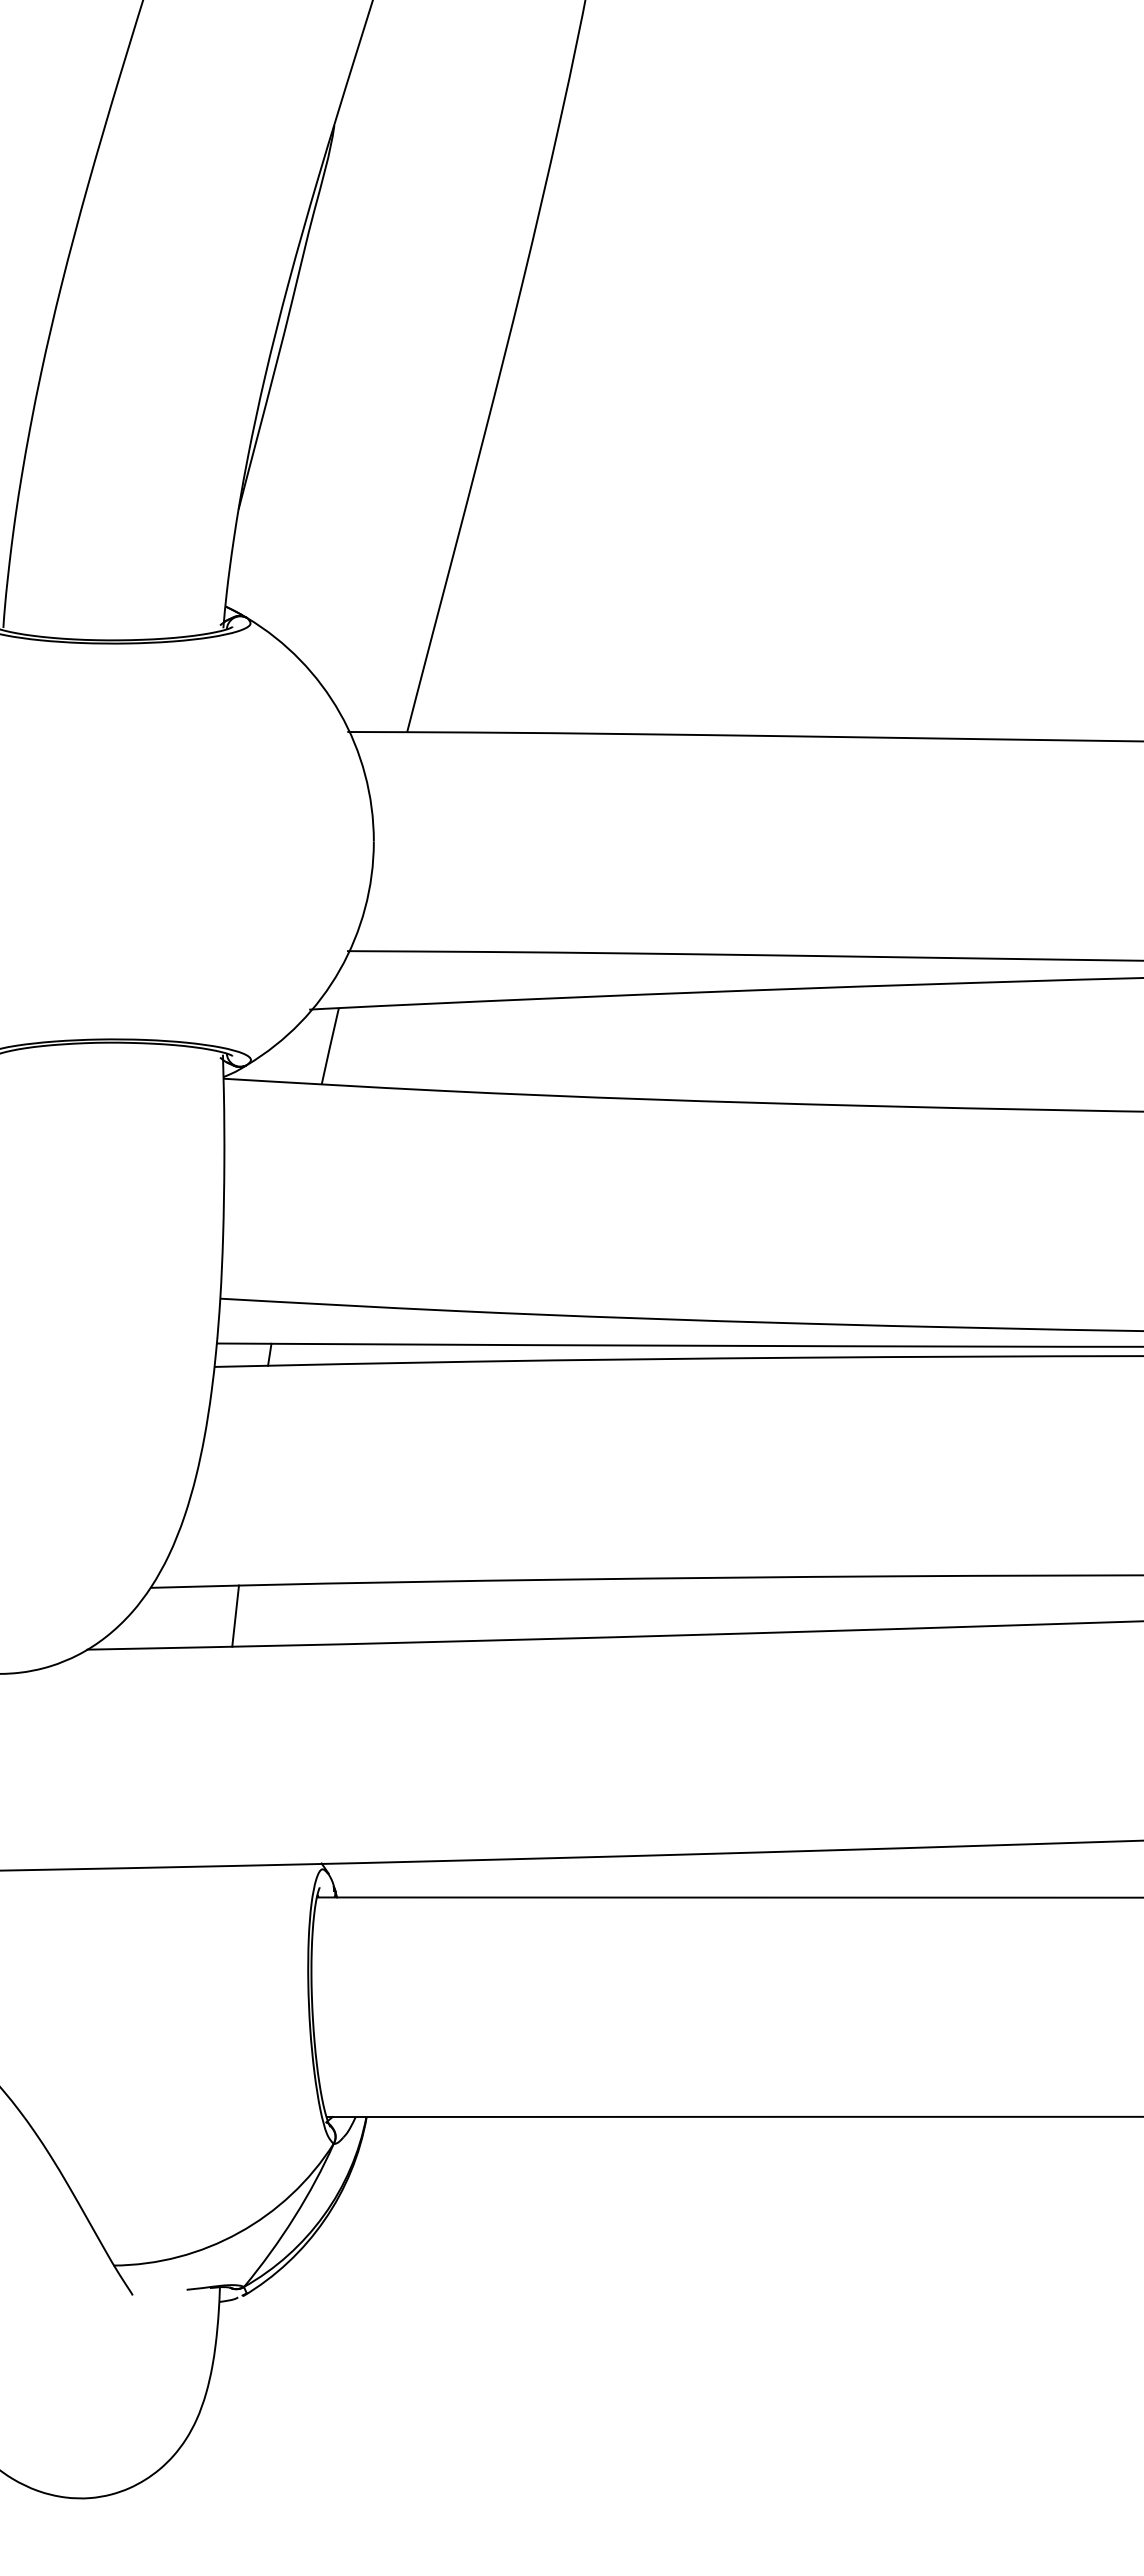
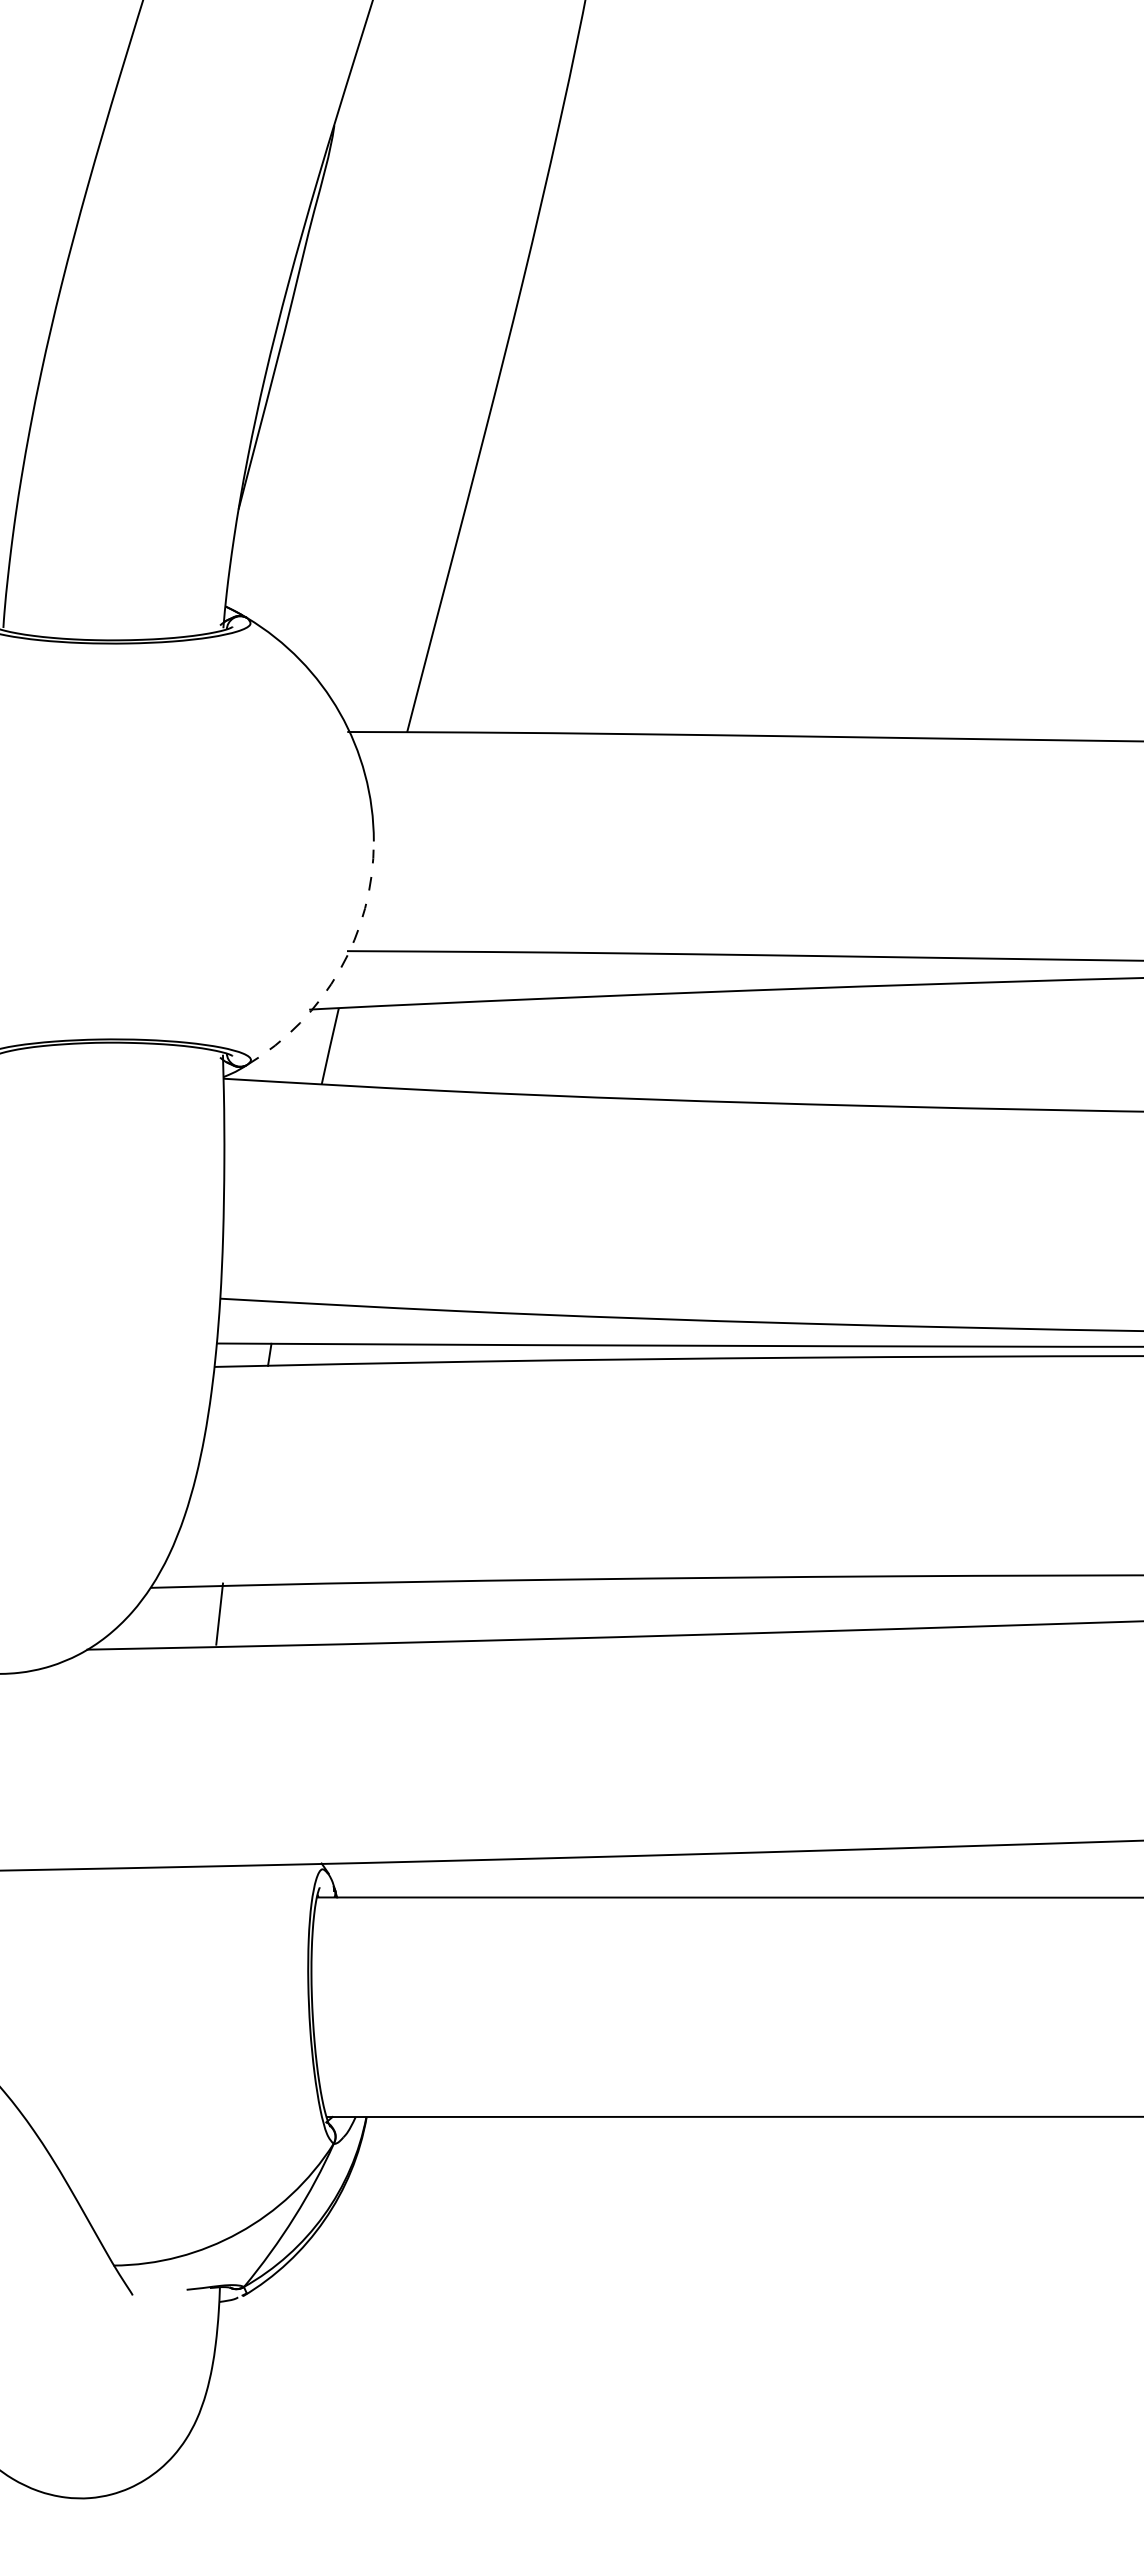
arc at (339, 969): solid -> dashed
line at (235, 1615) position: (235, 1615) -> (219, 1613)
